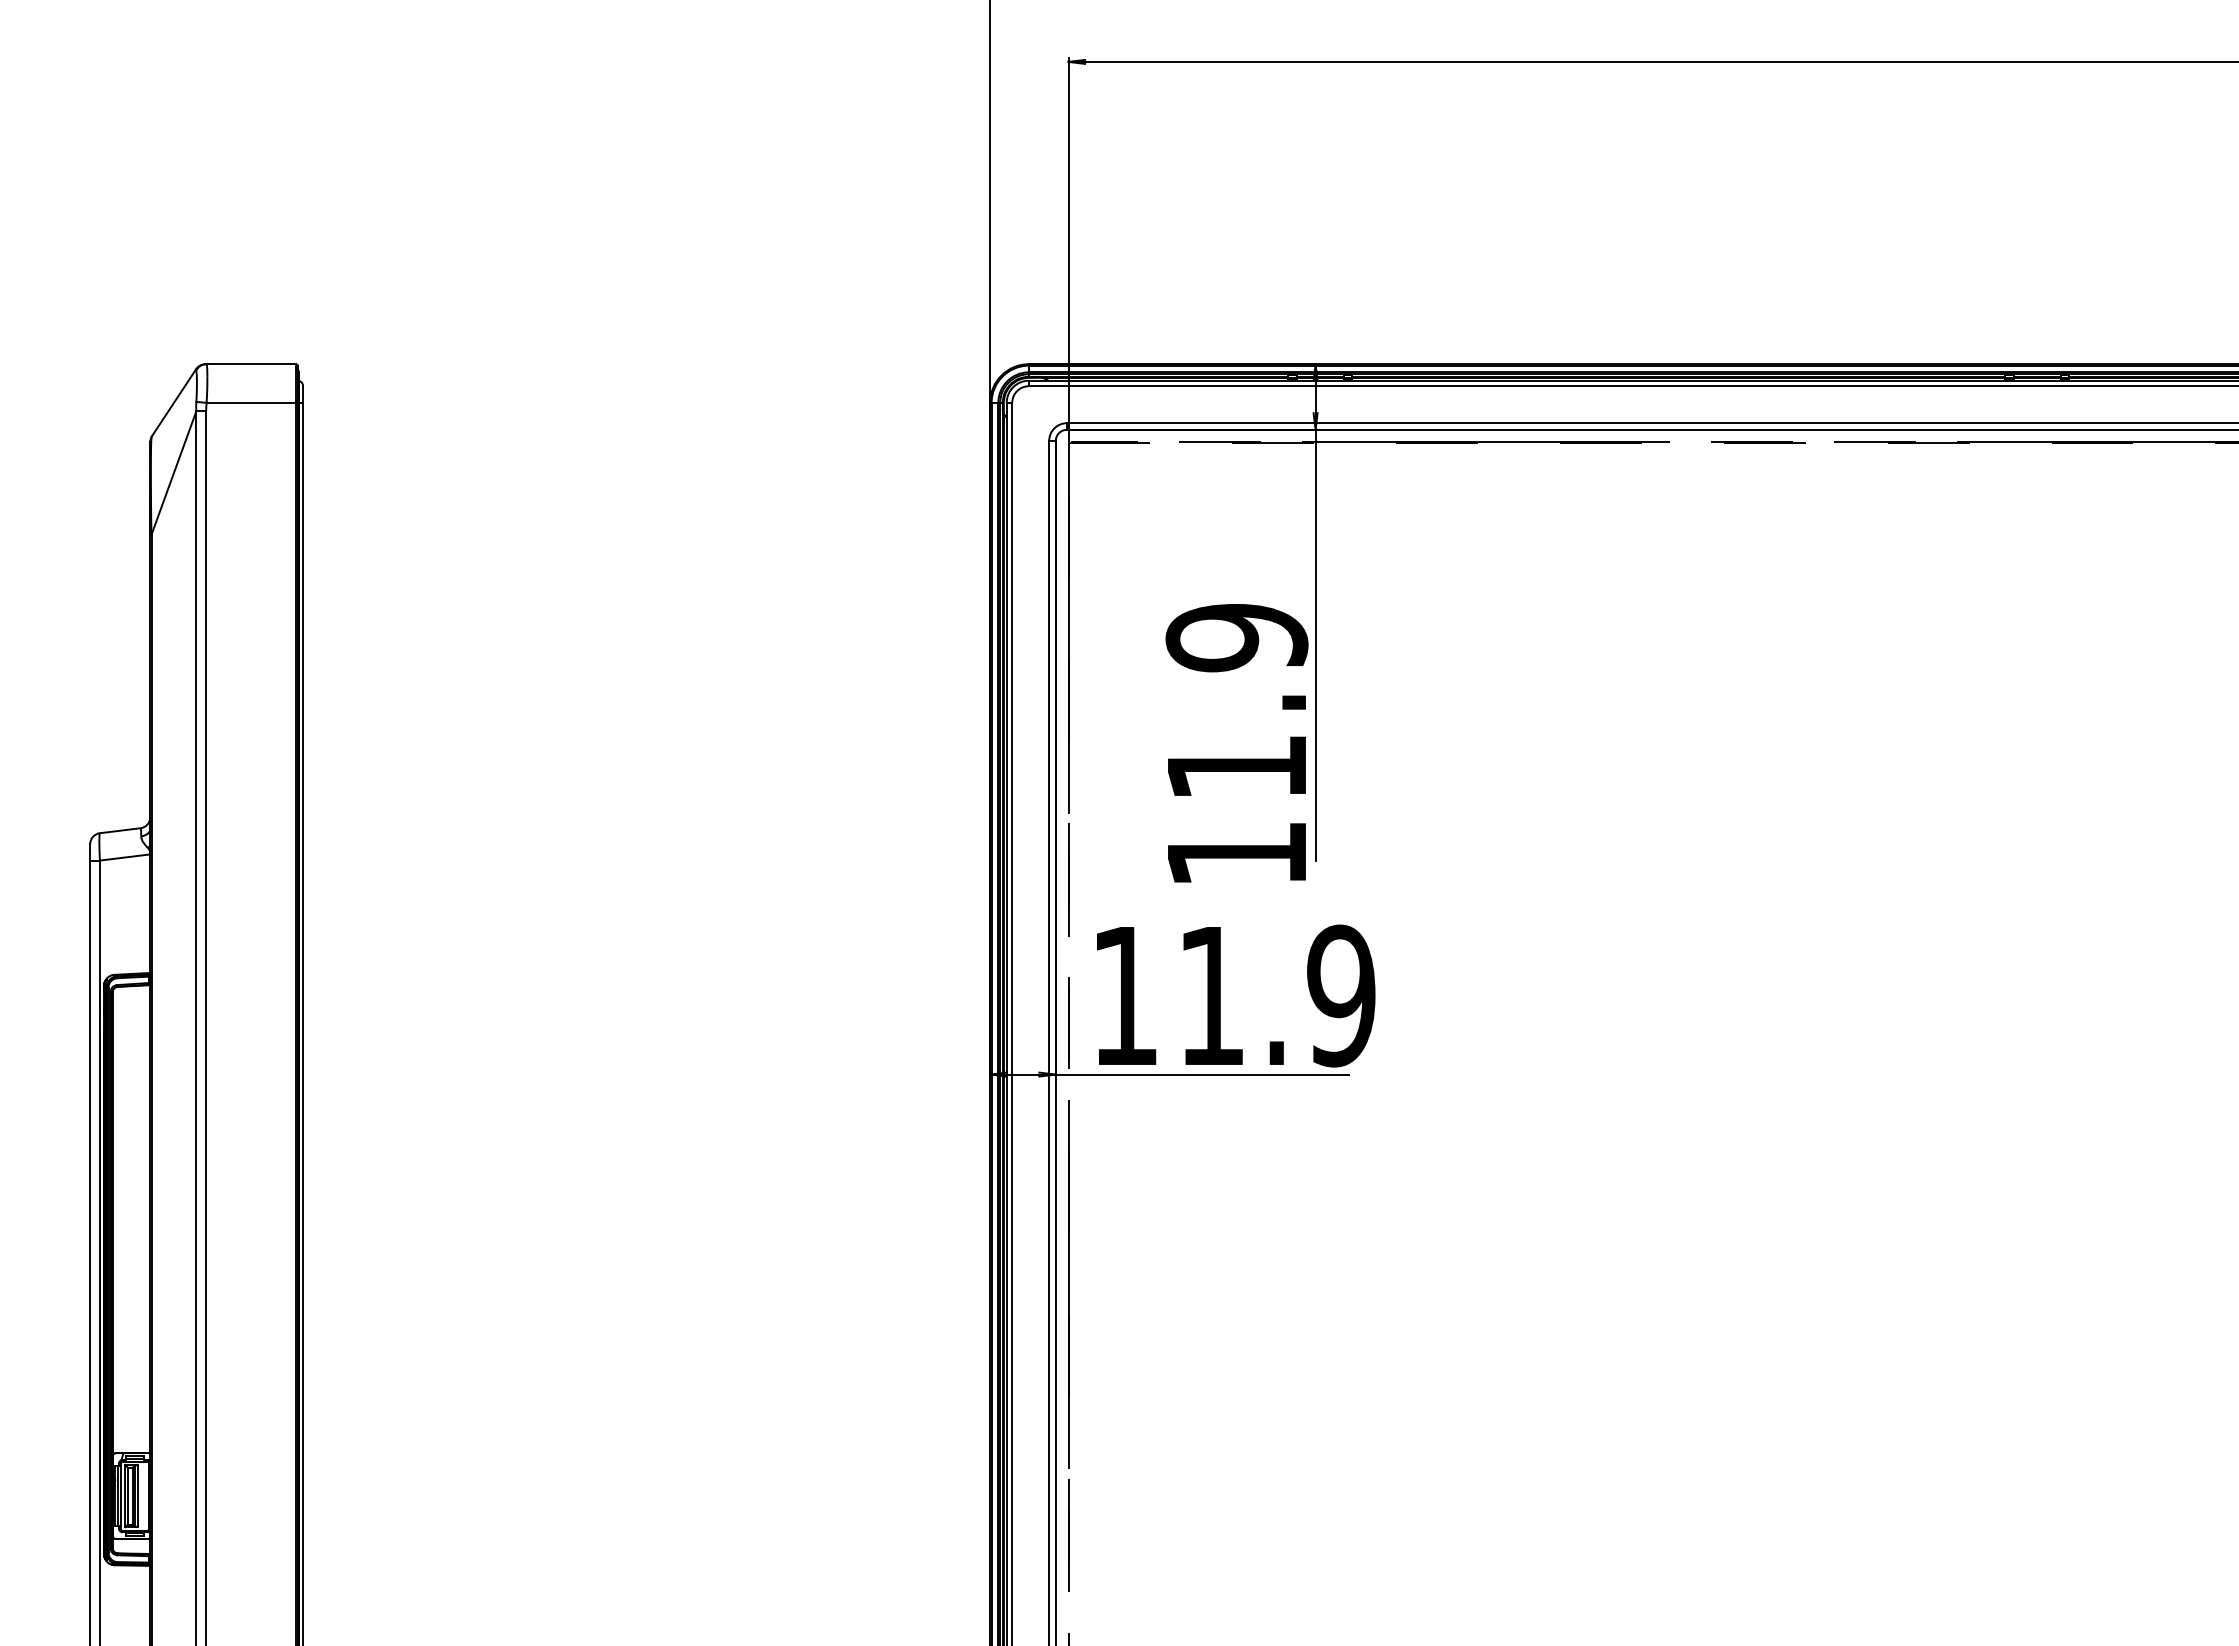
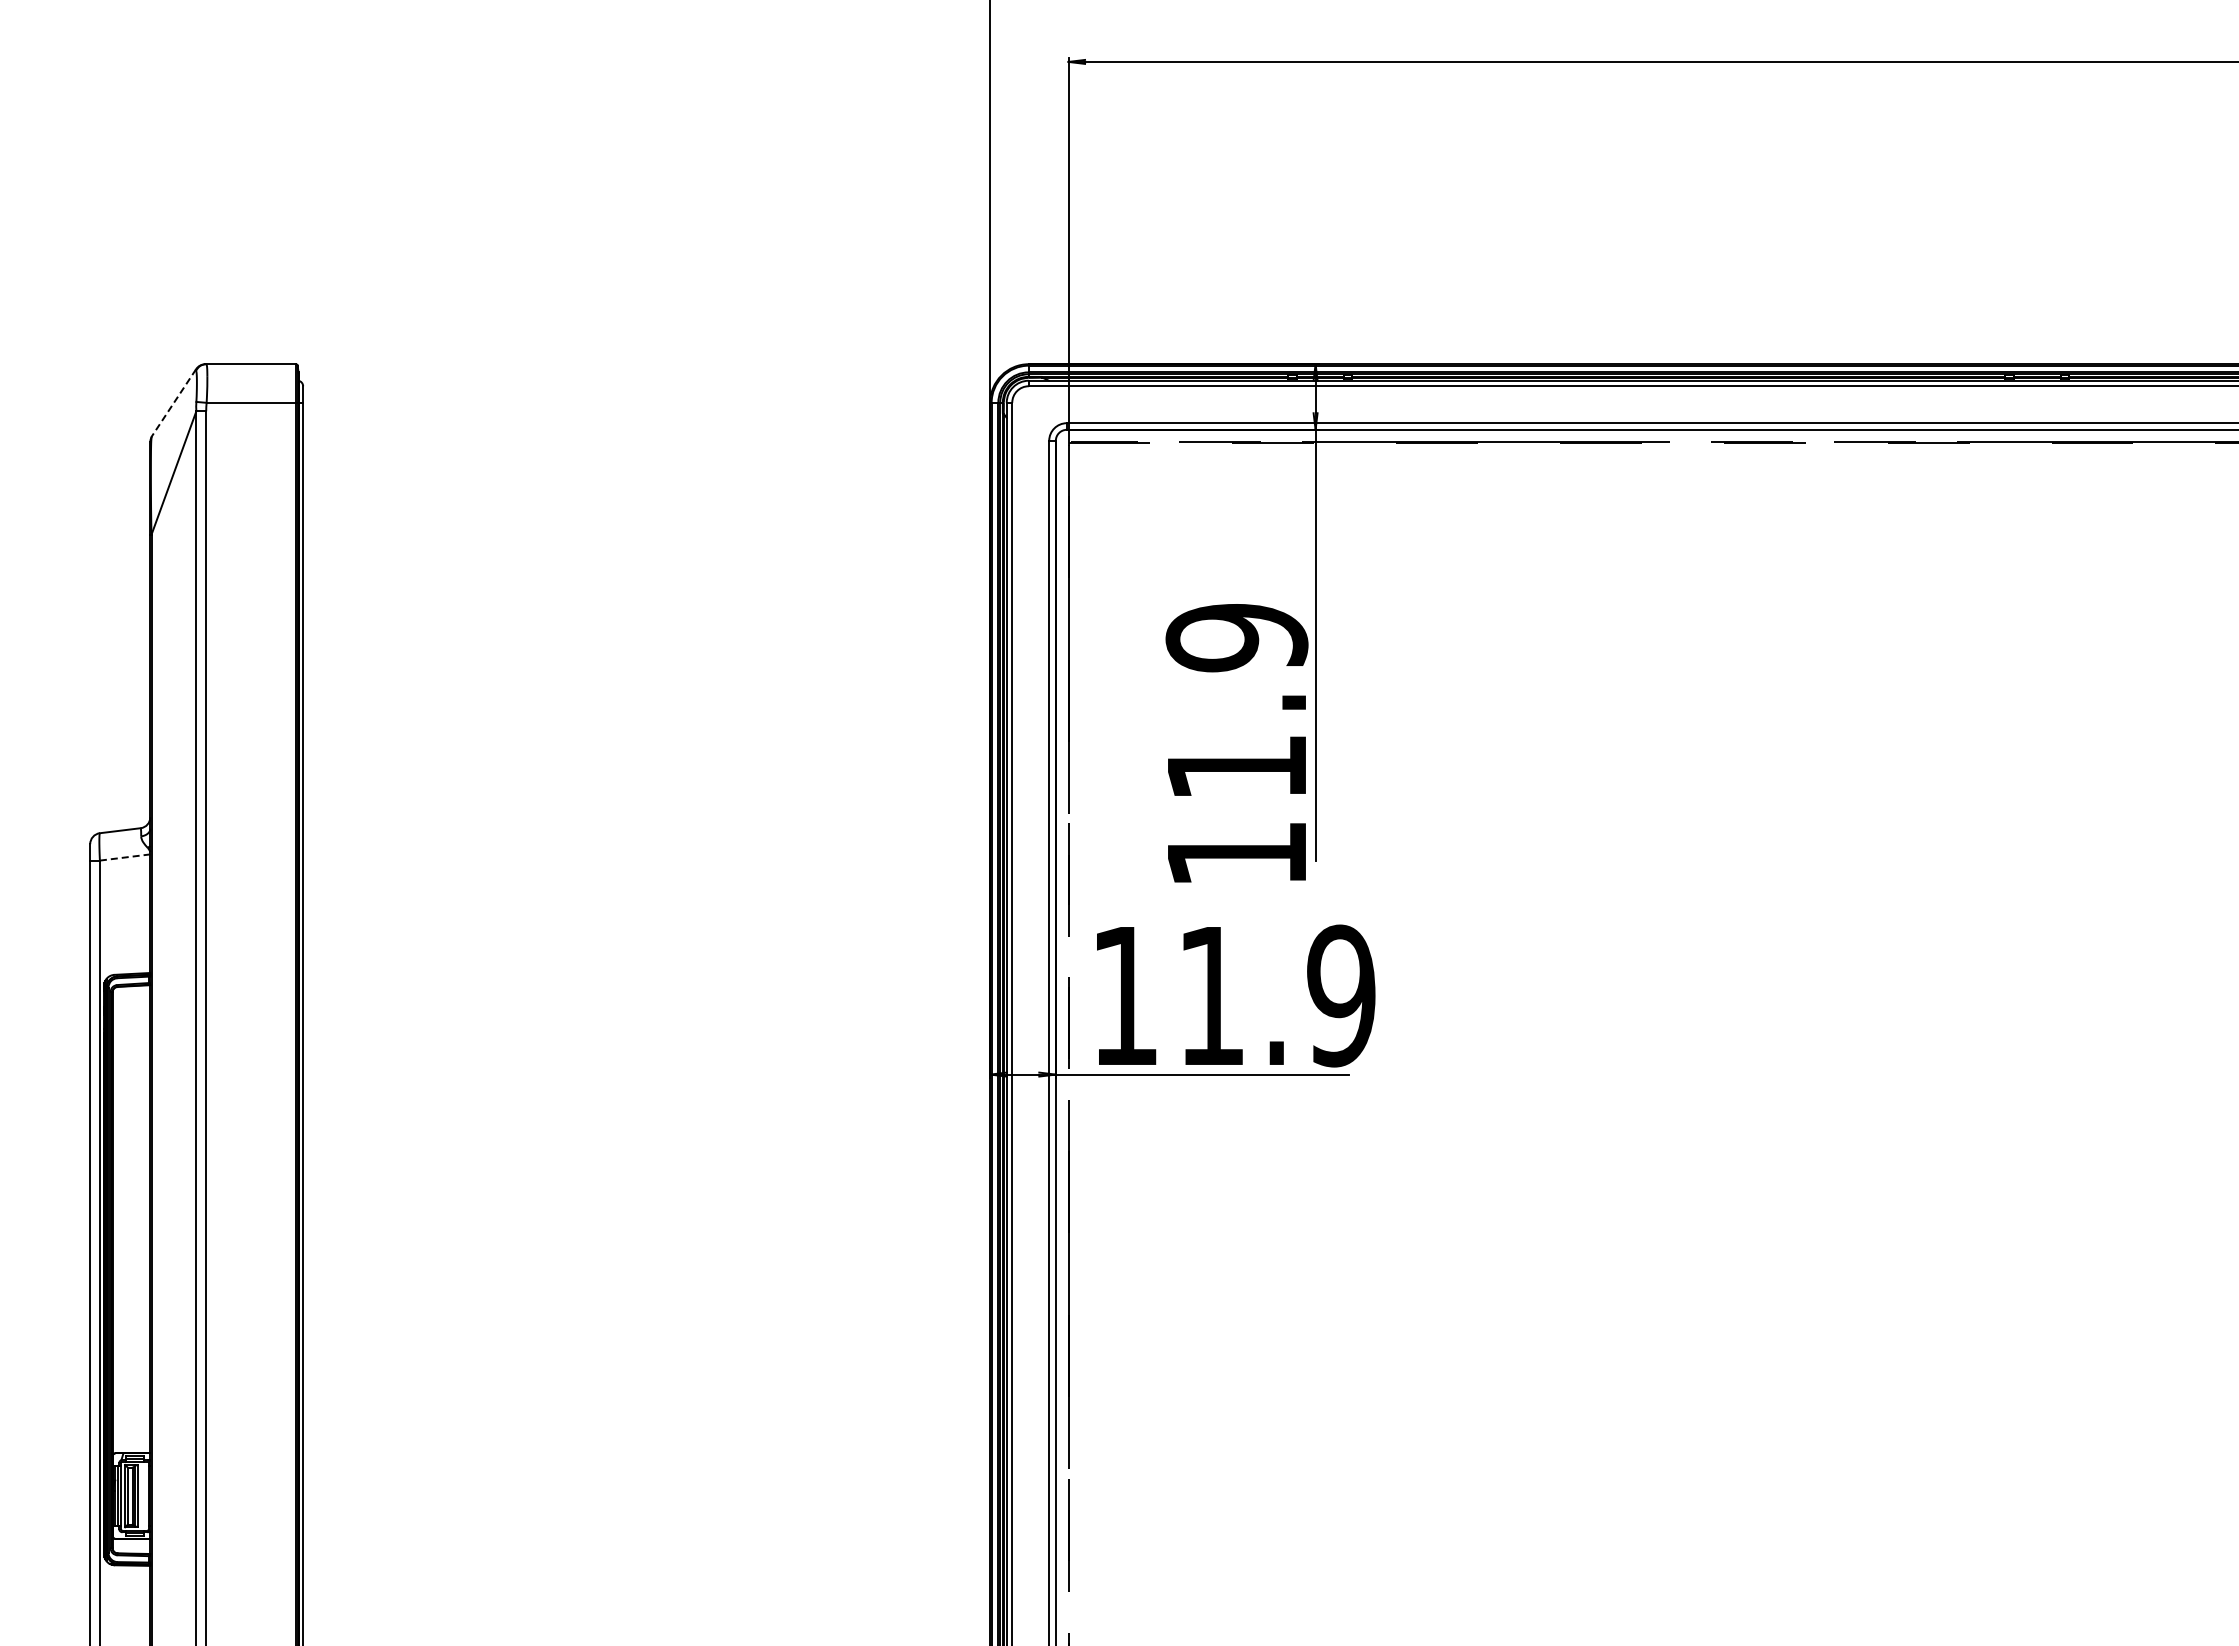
line at (174, 402): solid -> dashed
line at (125, 857): solid -> dashed
